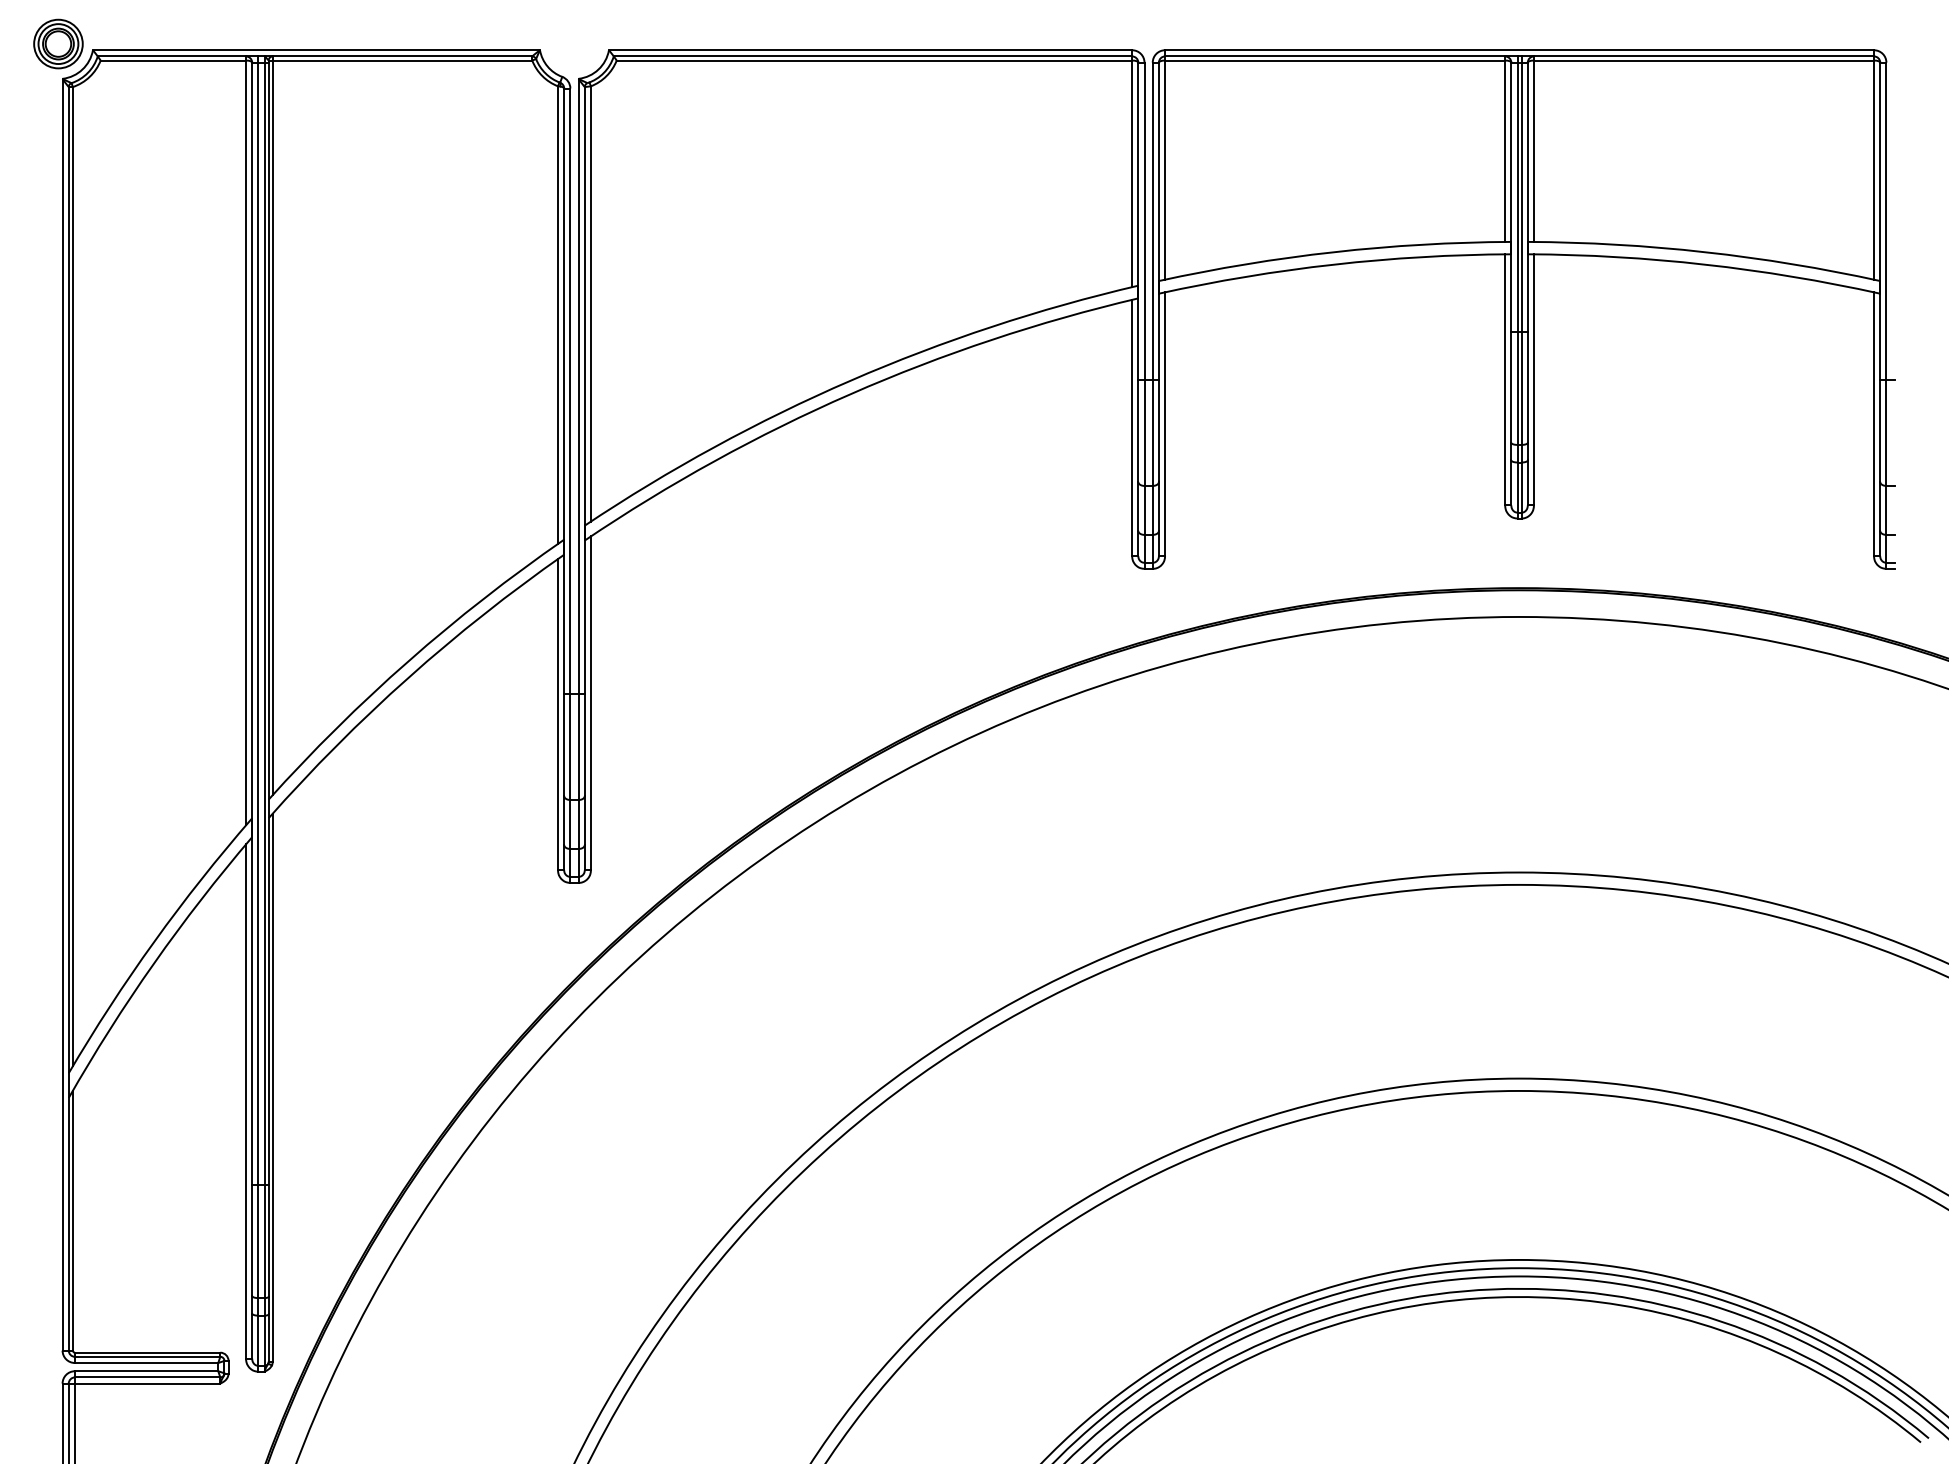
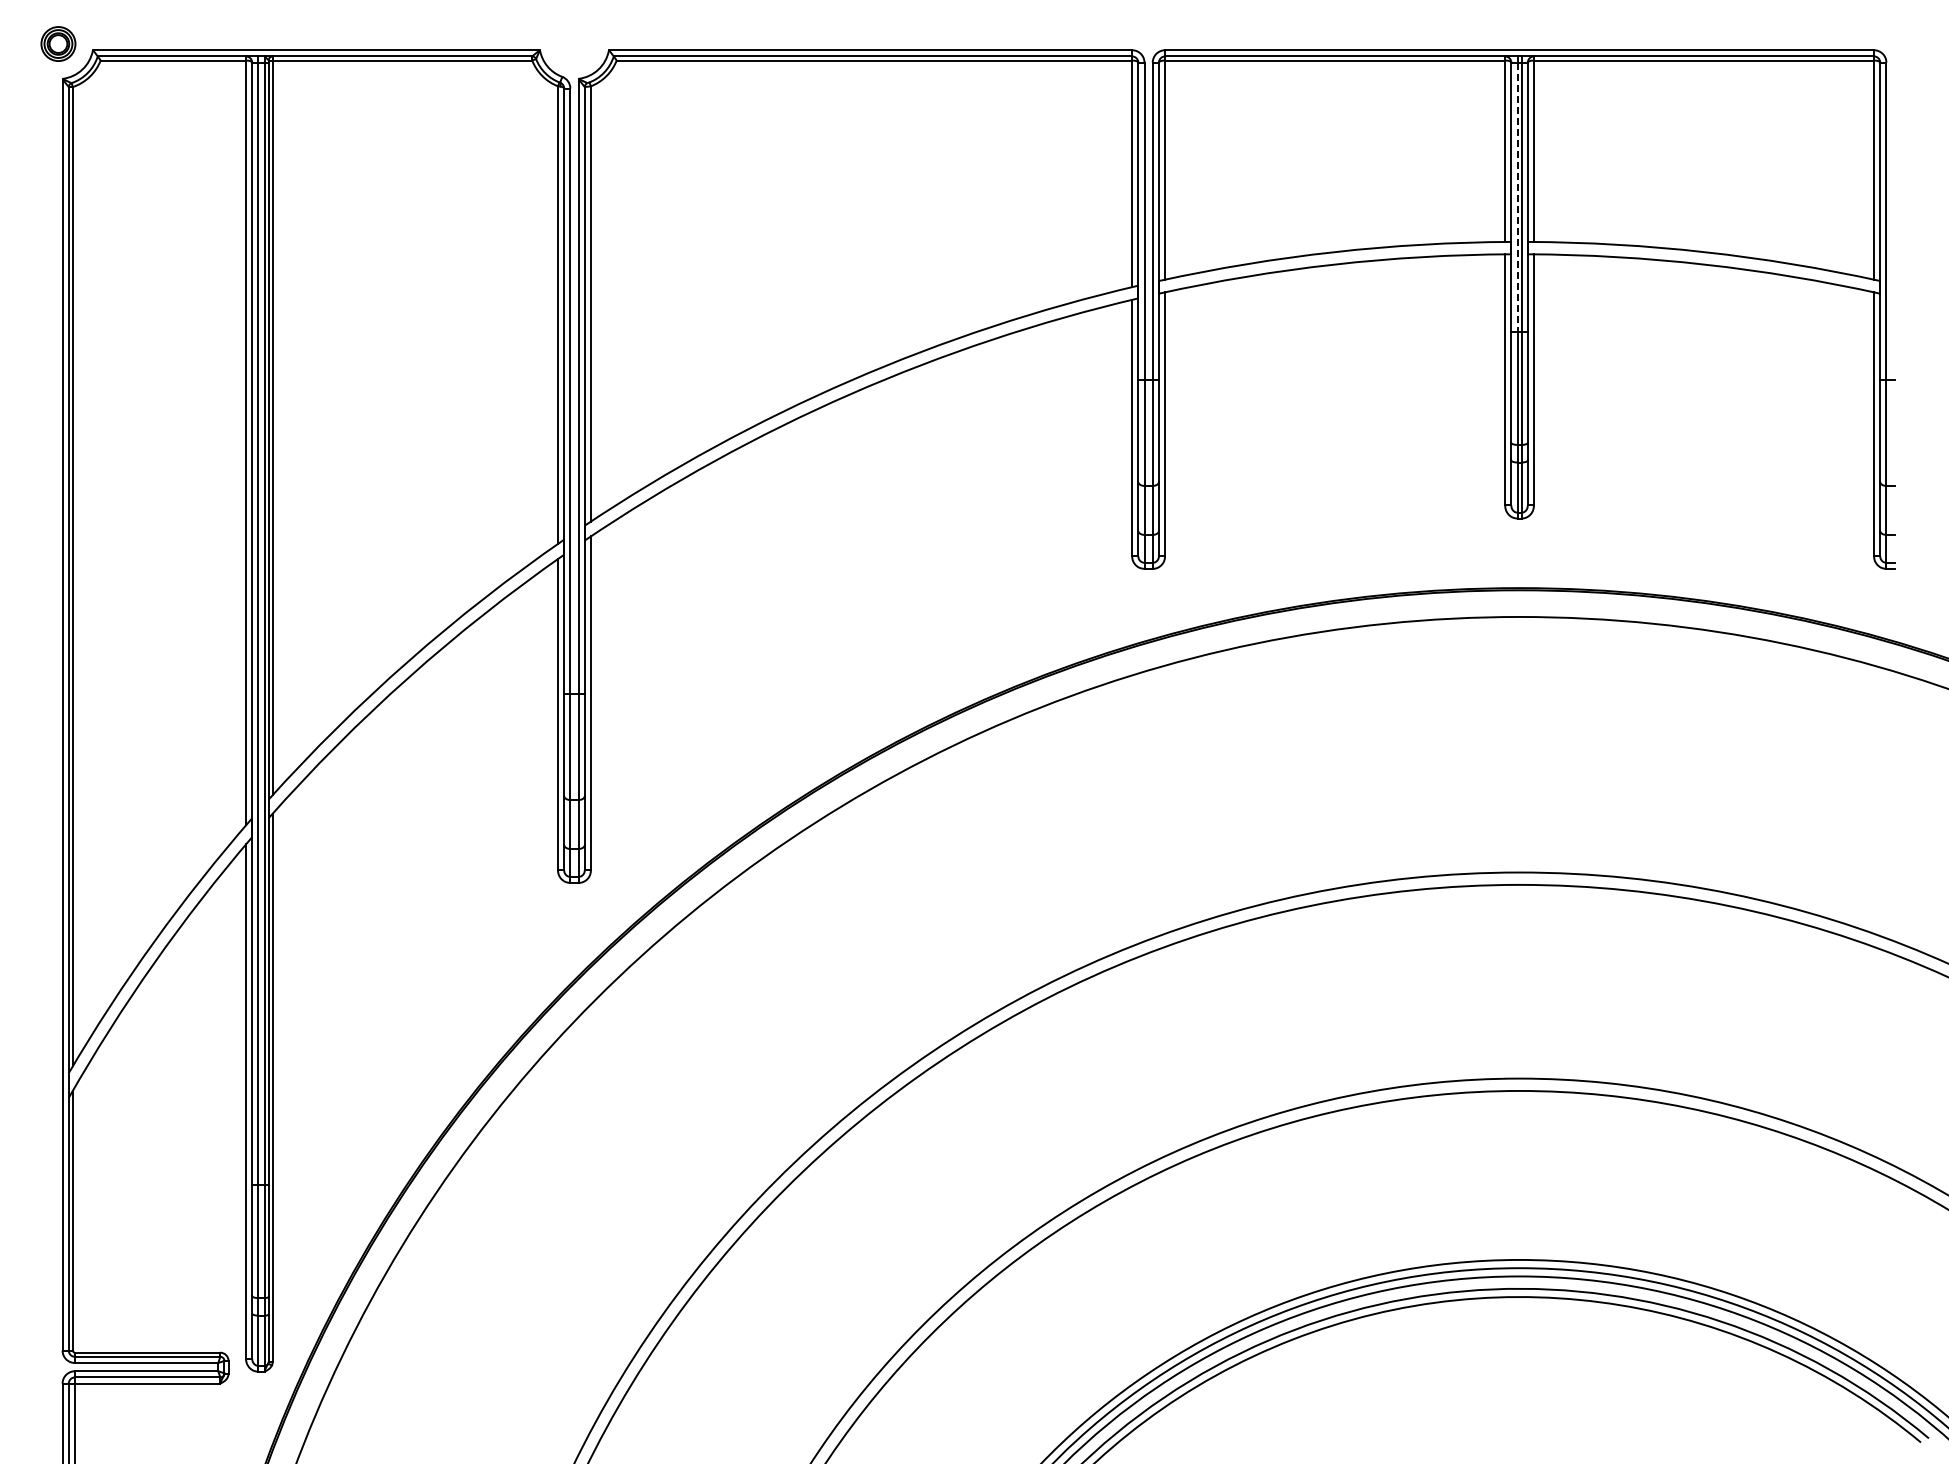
part at (58, 43) size: 51x52 px -> 37x36 px
line at (1517, 197): solid -> dashed
